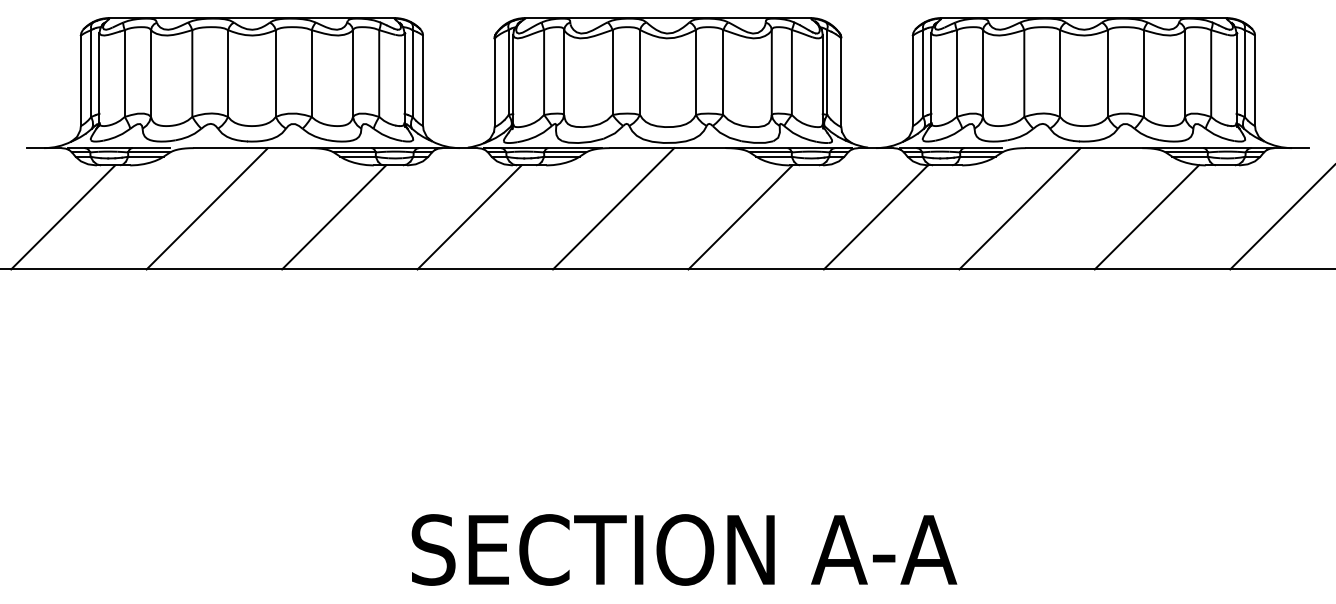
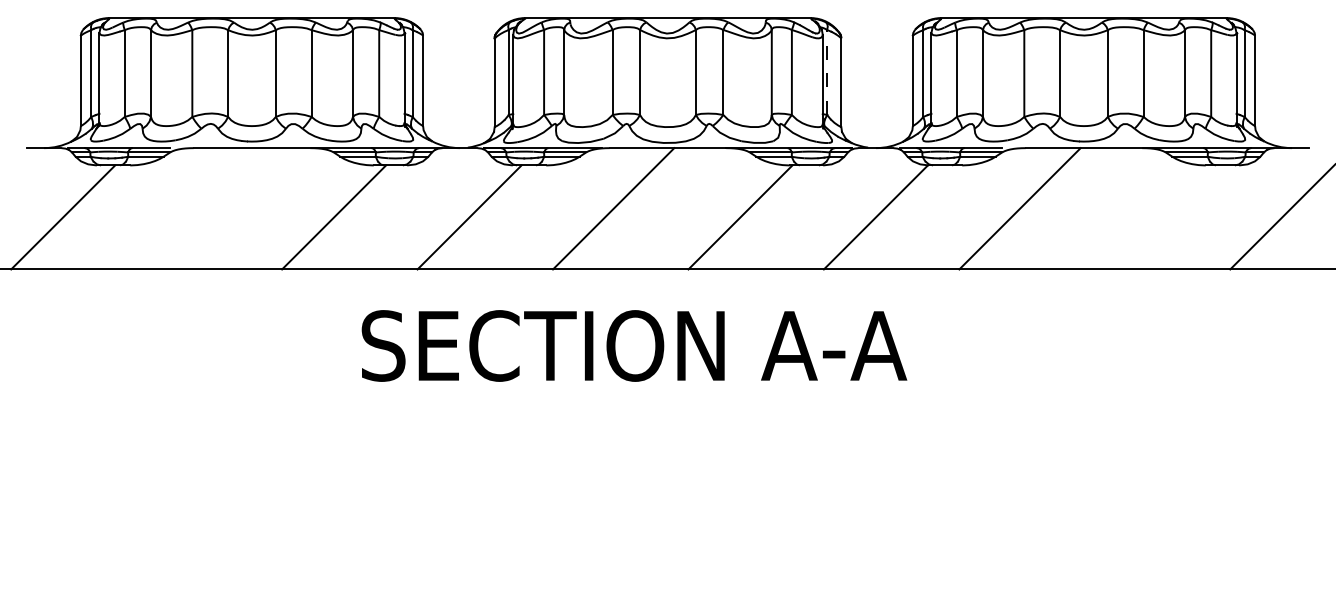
line at (827, 72): solid -> dashed
line at (206, 208): present -> none
line at (1146, 217): present -> none
text at (684, 549) position: (684, 549) -> (634, 345)
